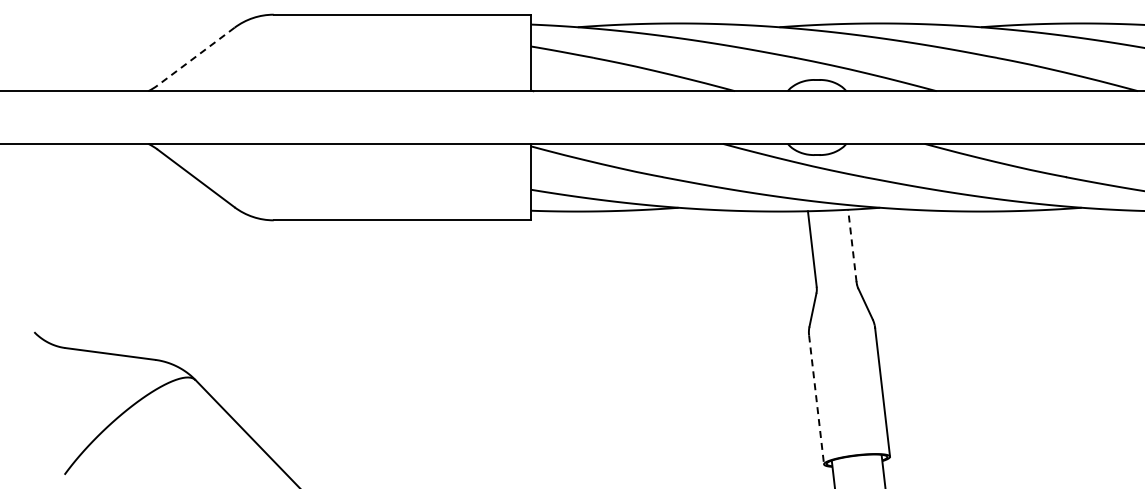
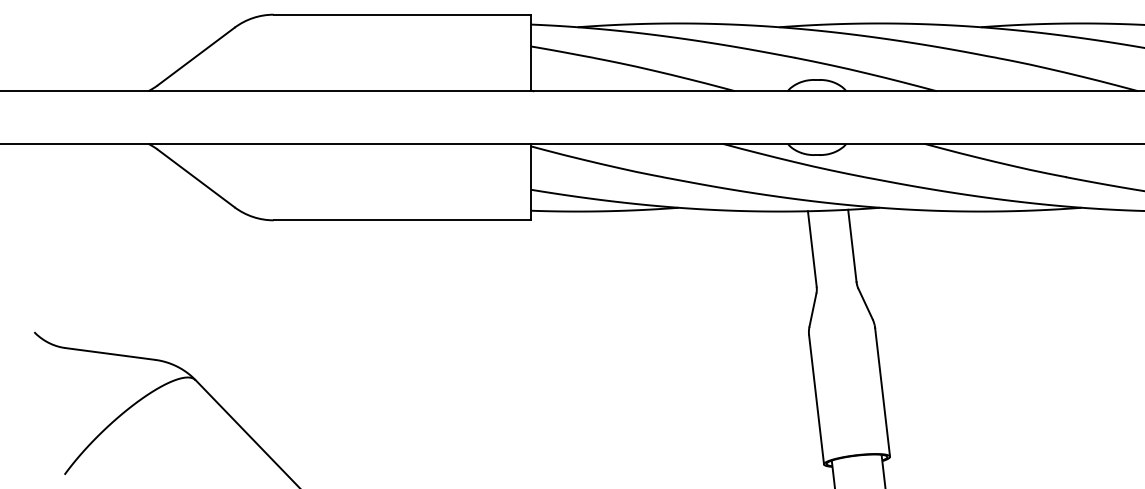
line at (195, 56): dashed -> solid
line at (852, 245): dashed -> solid
line at (816, 399): dashed -> solid
